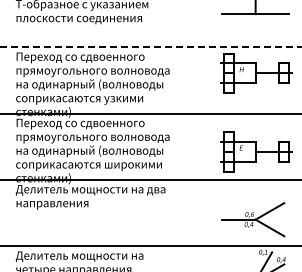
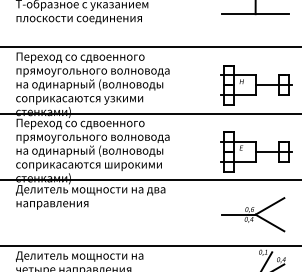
line at (151, 47): dashed -> solid
part at (256, 73) position: (256, 73) -> (256, 85)
part at (253, 219) position: (253, 219) -> (253, 214)
